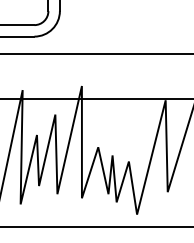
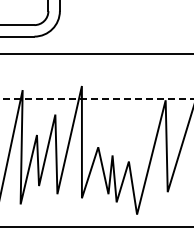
line at (97, 99): solid -> dashed
